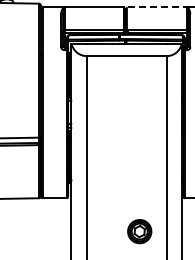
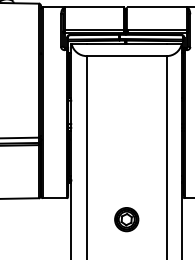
line at (157, 7): dashed -> solid
part at (139, 231) position: (139, 231) -> (126, 219)
